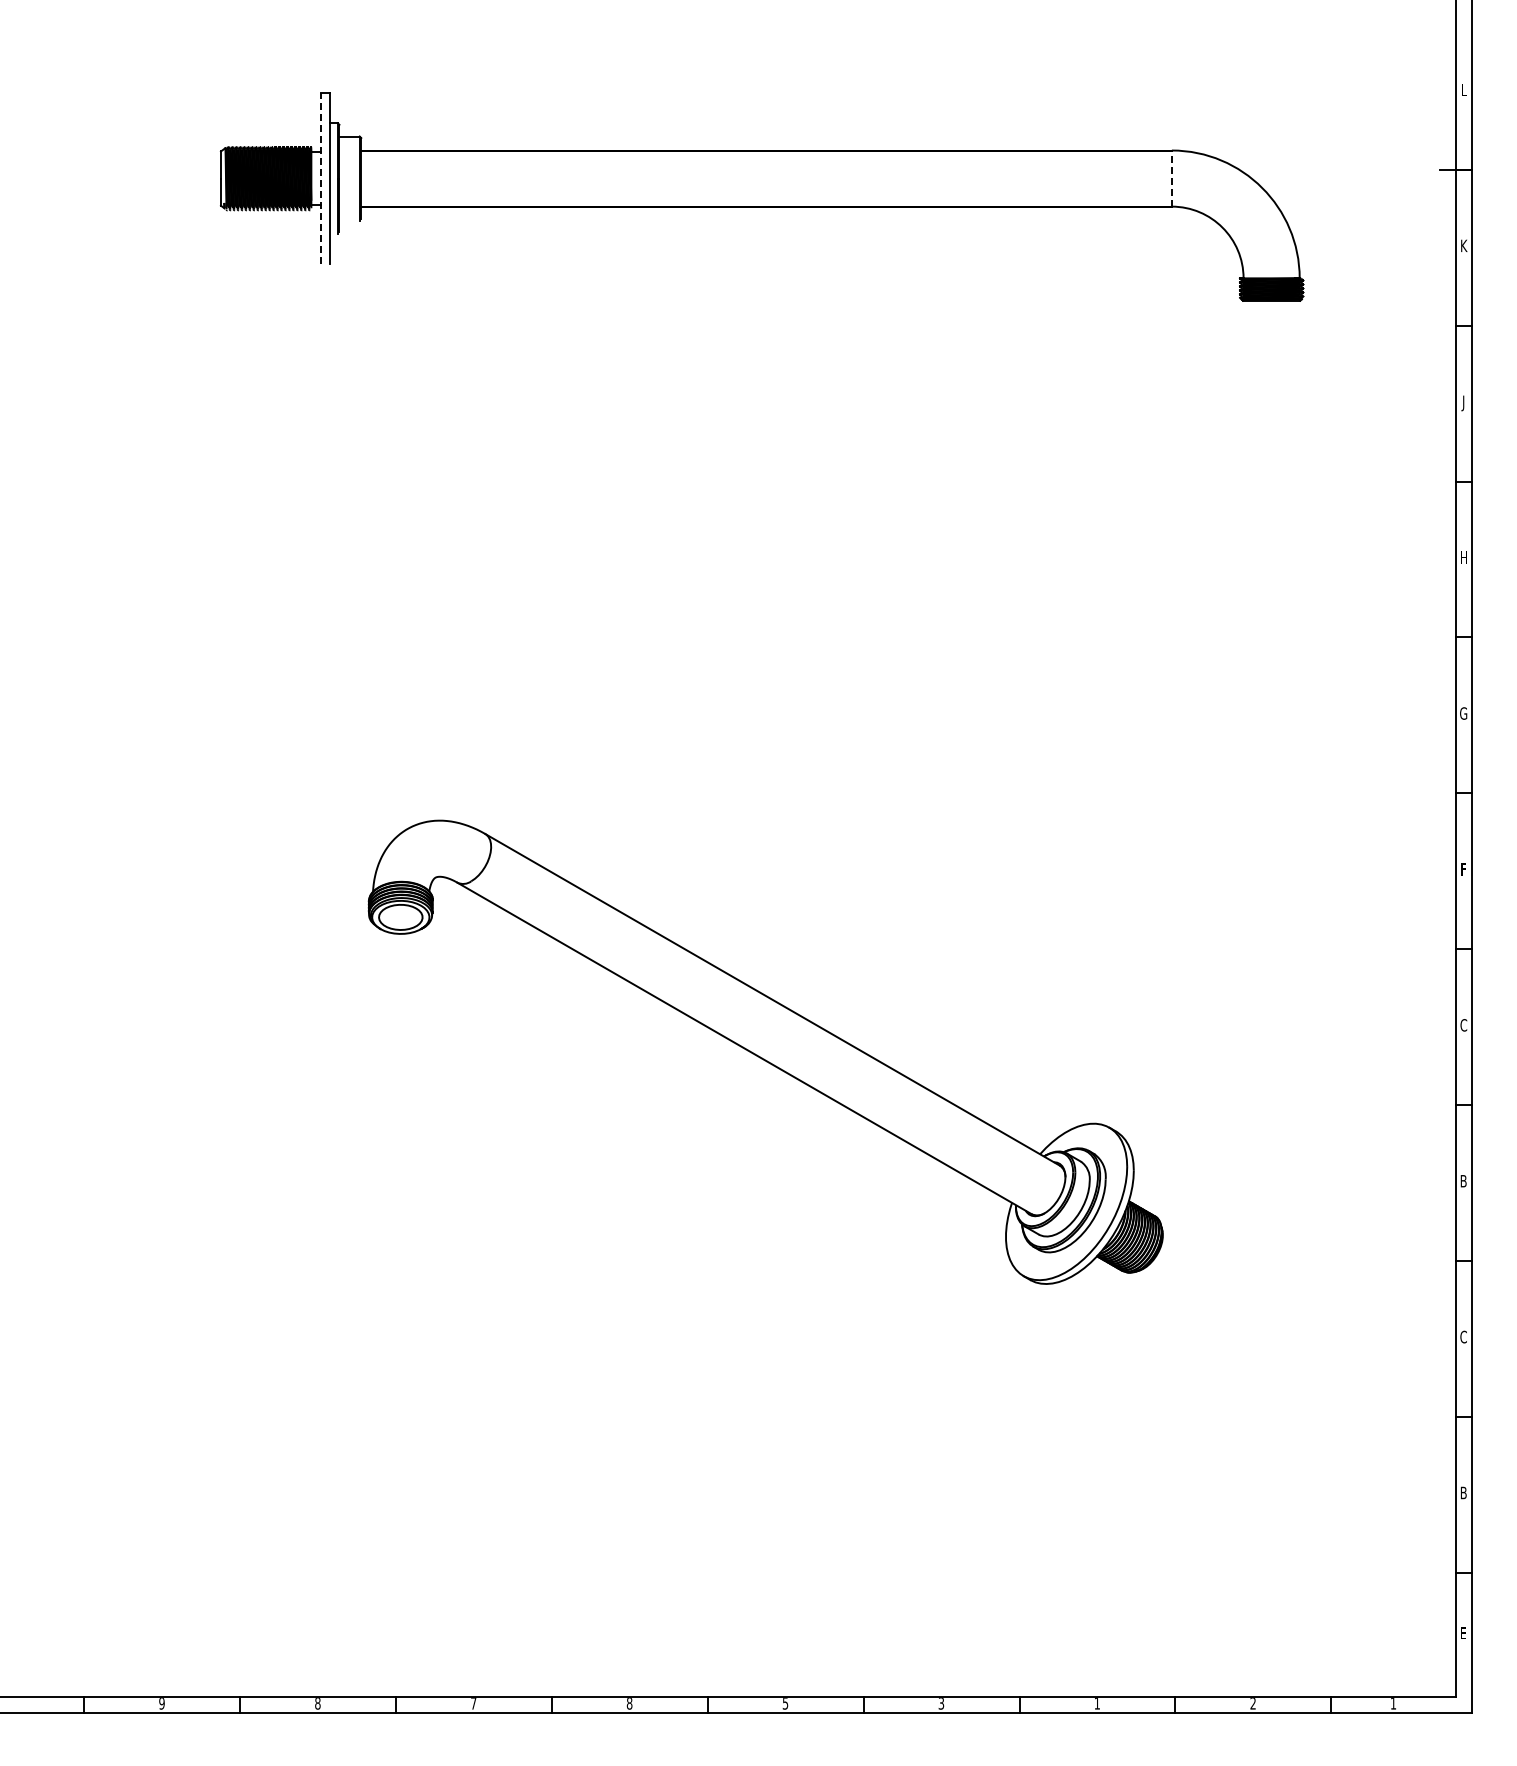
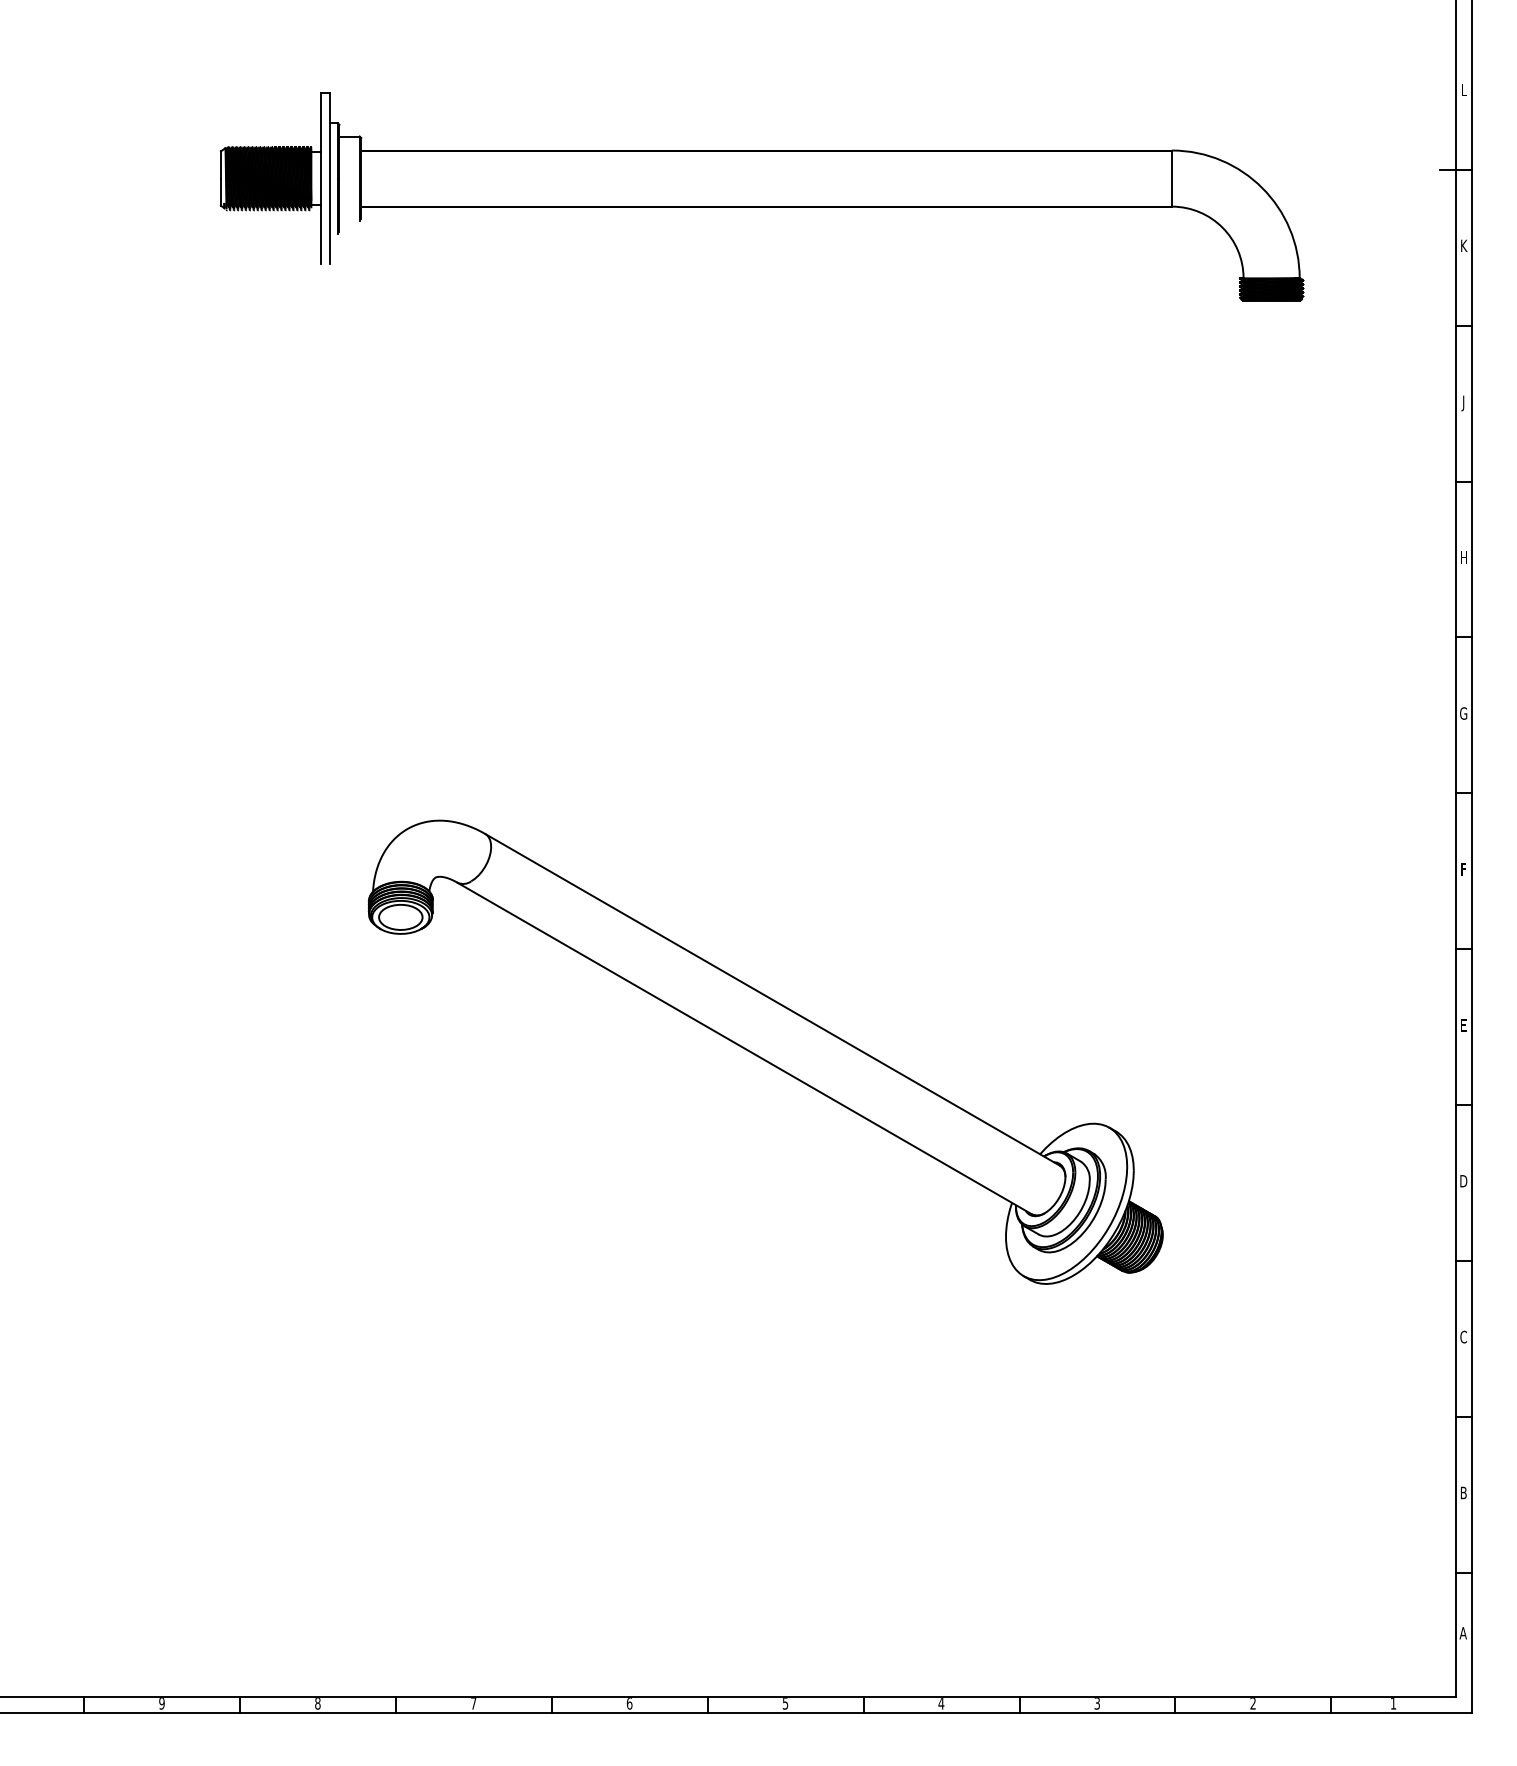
line at (320, 178): dashed -> solid
line at (1171, 178): dashed -> solid
text at (1463, 1025): C -> E
text at (1463, 1181): B -> D
text at (1462, 1633): E -> A
text at (629, 1703): 8 -> 6
text at (941, 1703): 3 -> 4
text at (1096, 1703): 1 -> 3
